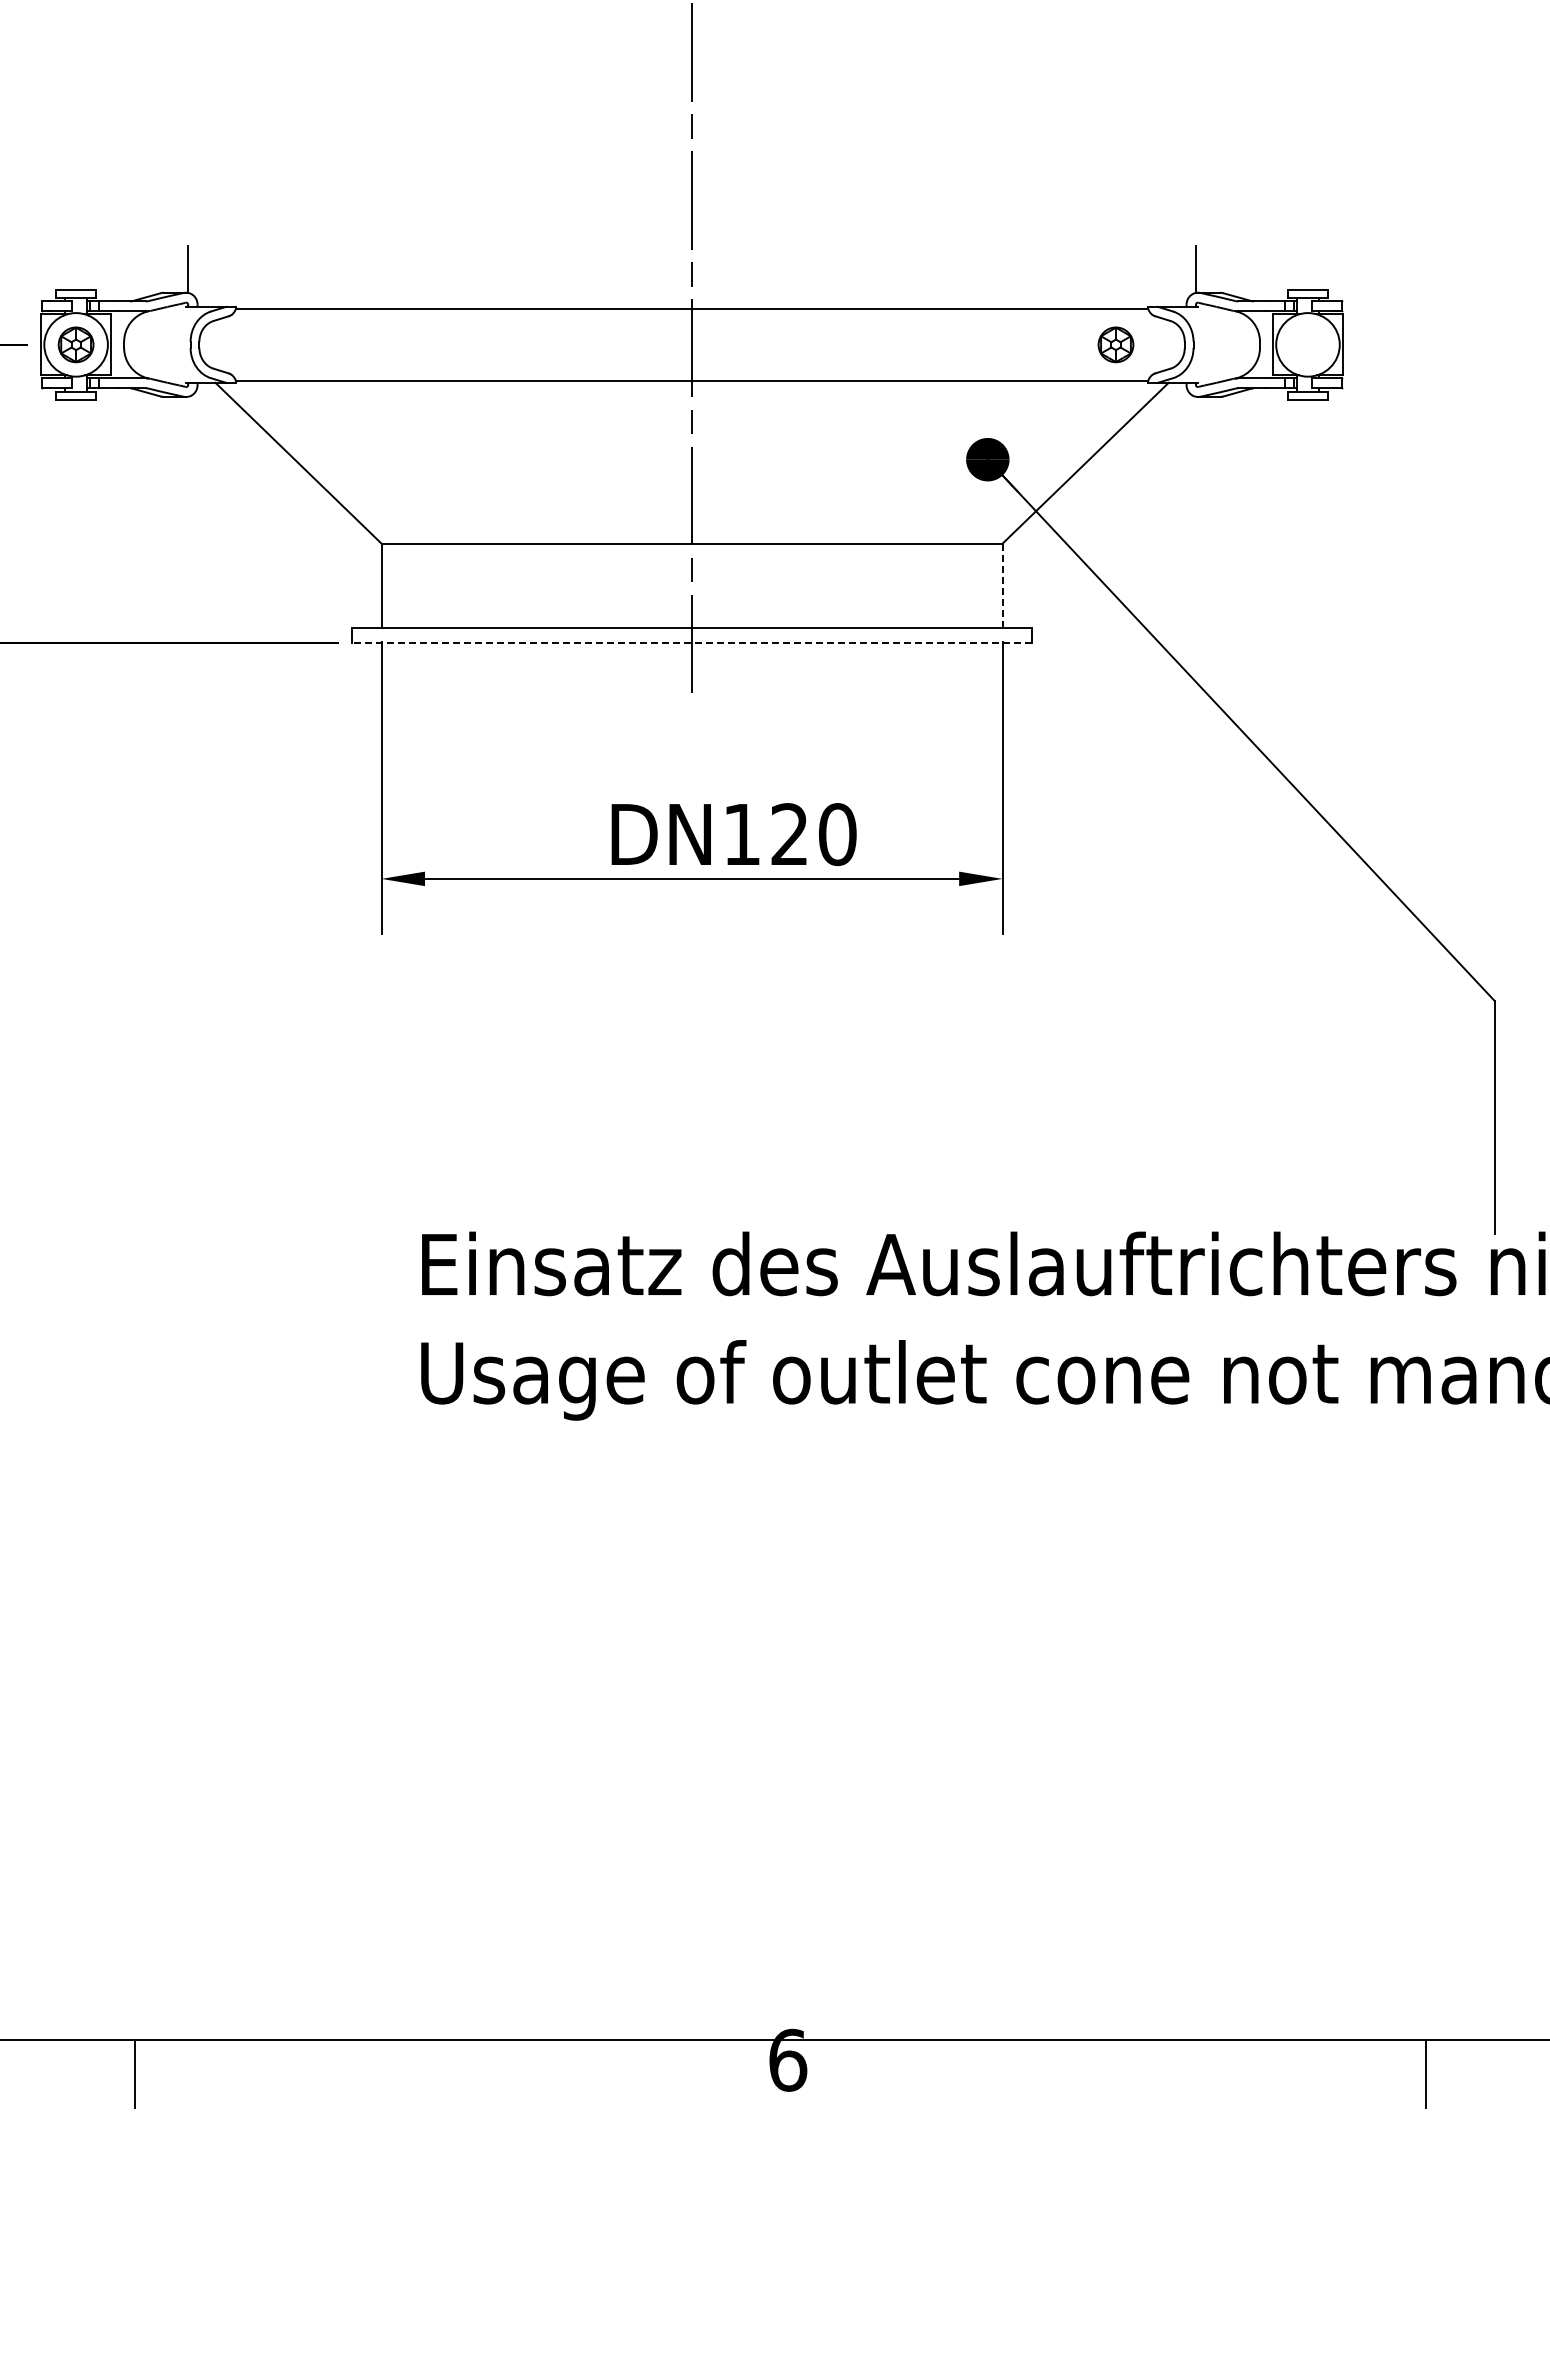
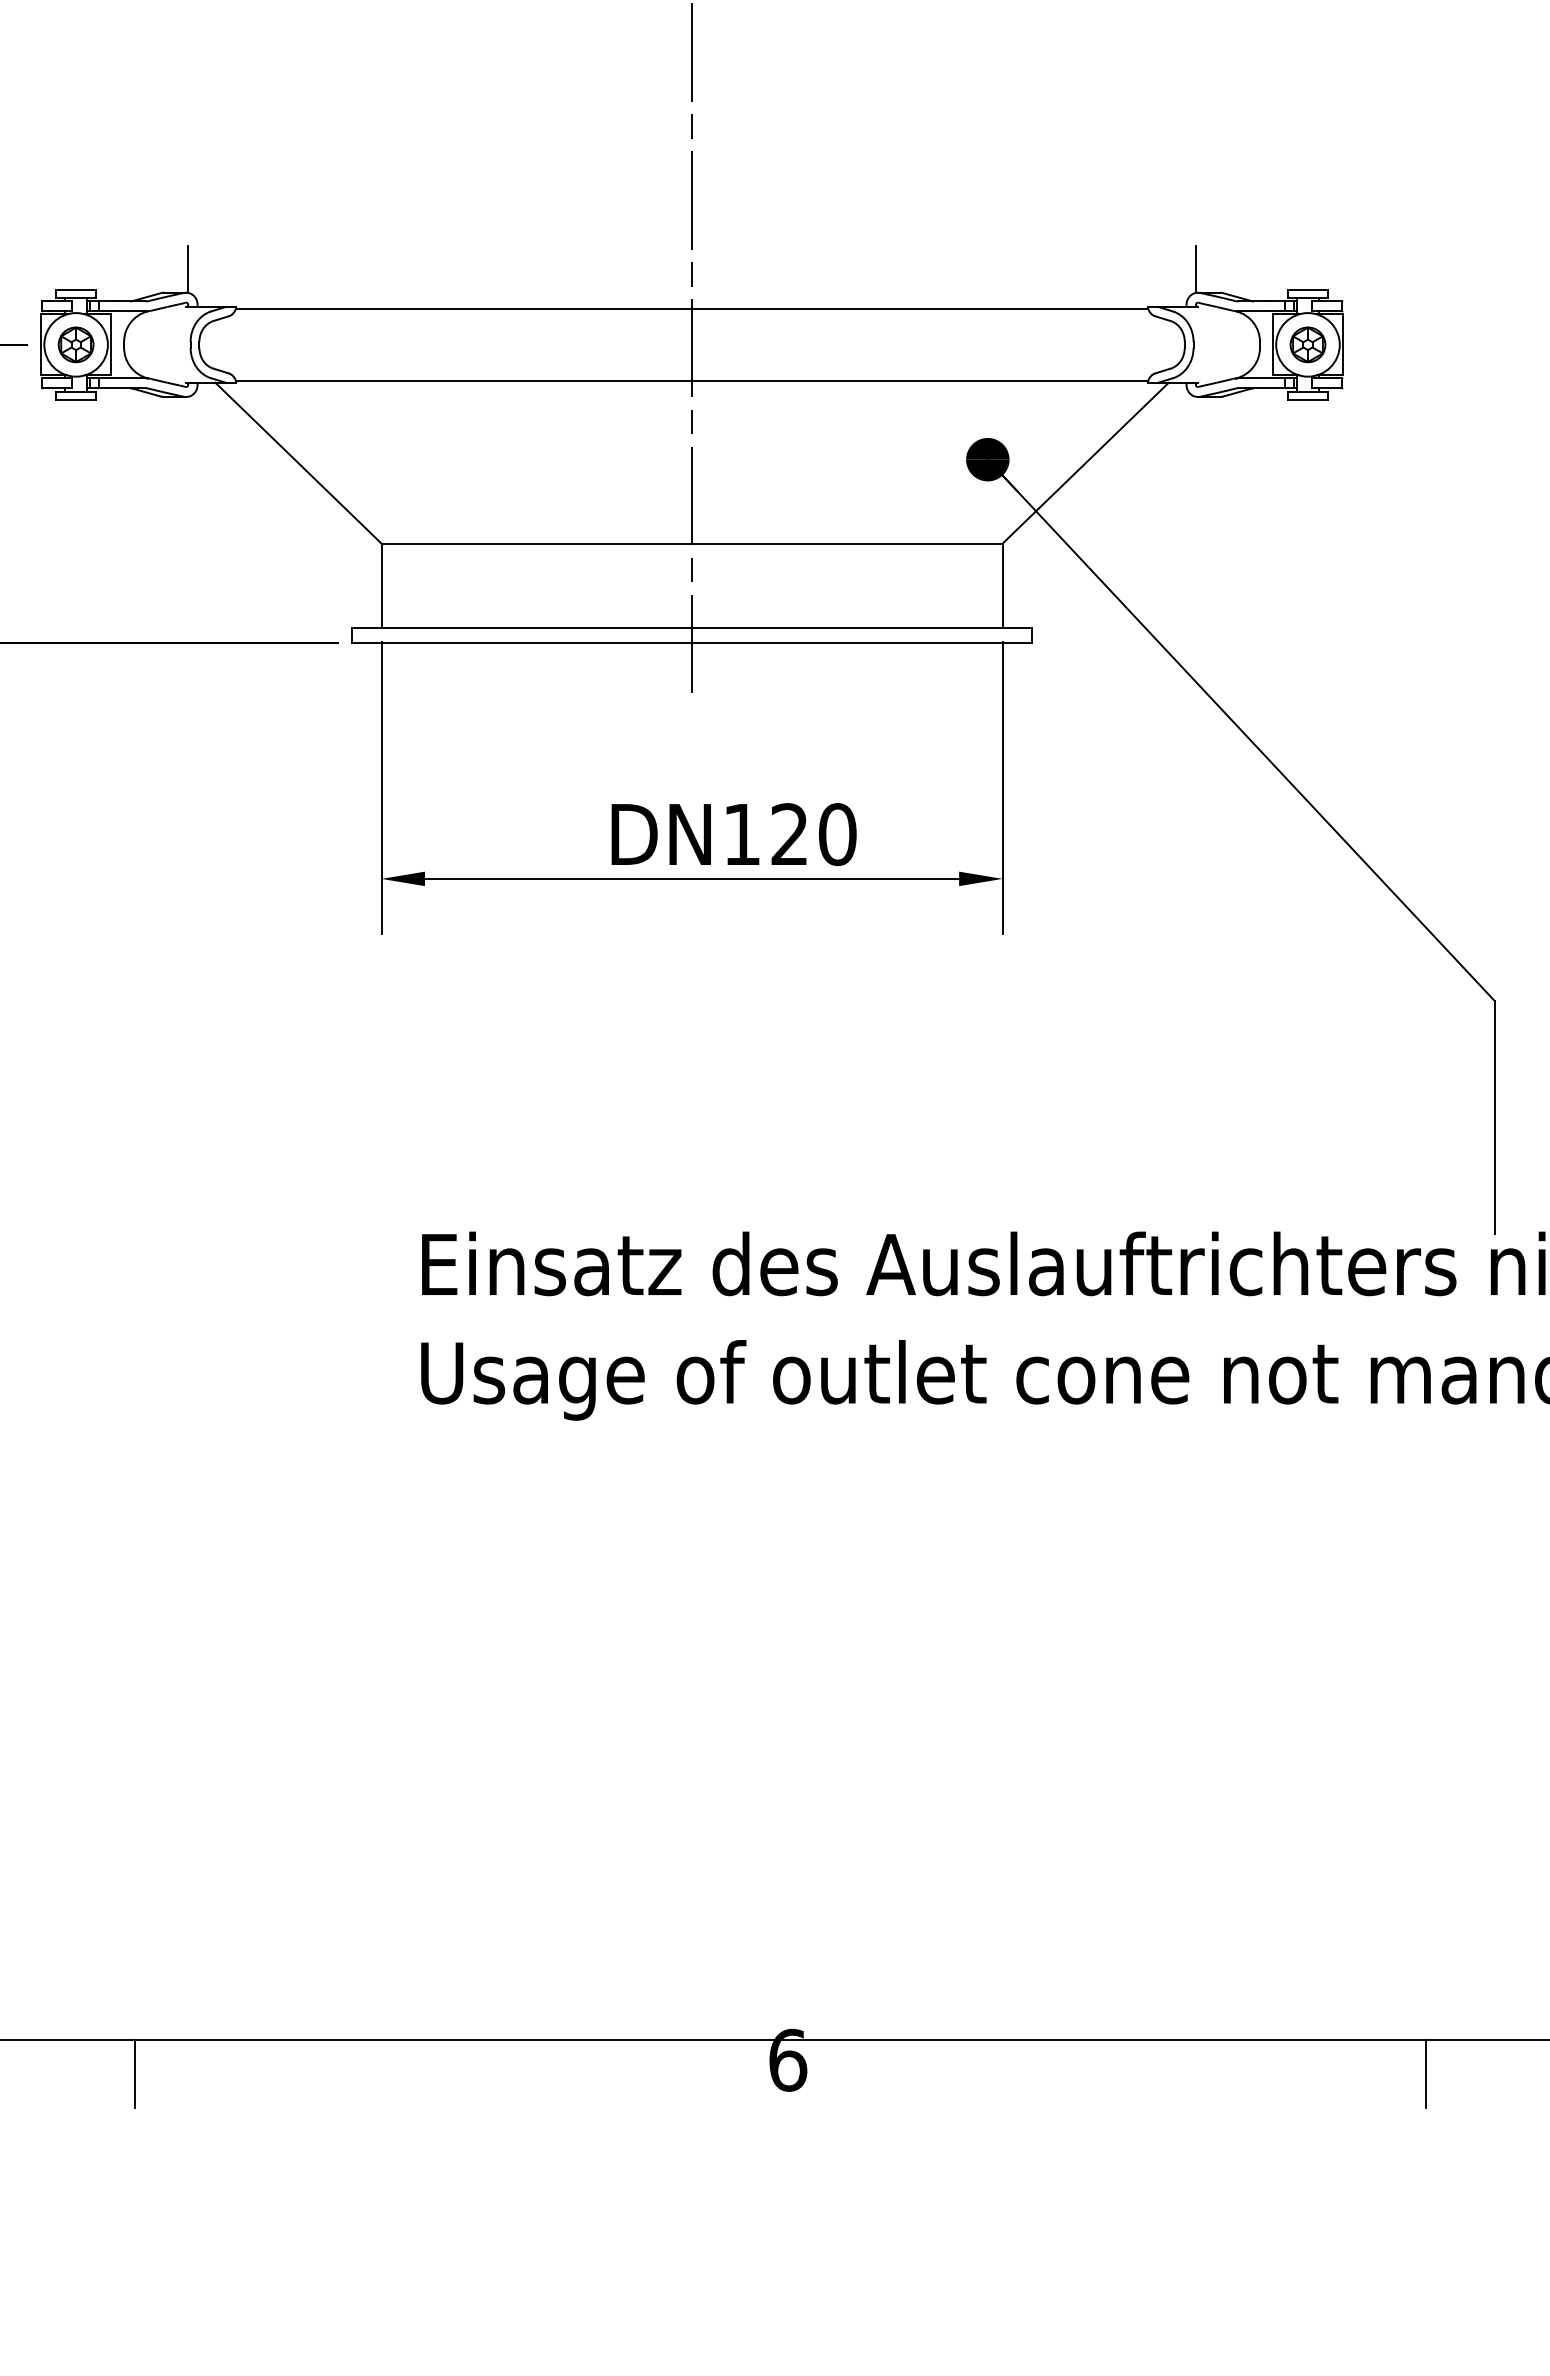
part at (1115, 344) position: (1115, 344) -> (1307, 344)
line at (1002, 585): dashed -> solid
line at (691, 642): dashed -> solid
